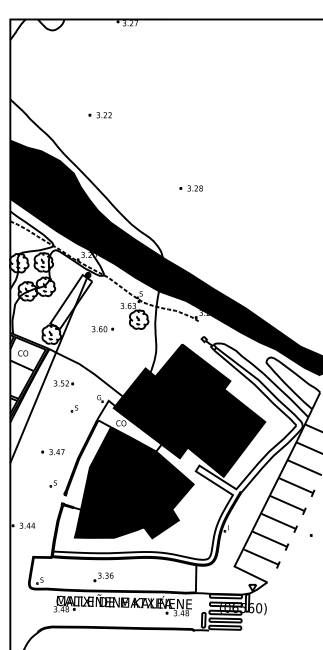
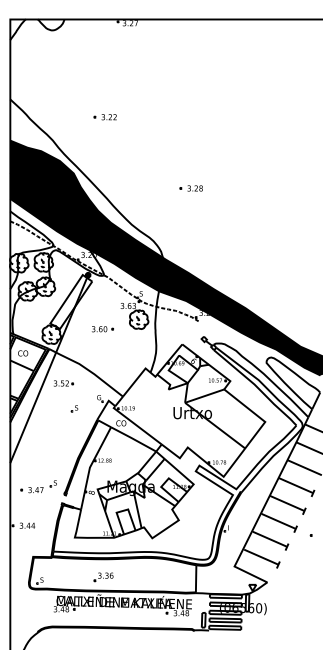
part at (99, 115) position: (99, 115) -> (104, 117)
fill at (189, 410): present -> none
part at (52, 452) position: (52, 452) -> (31, 490)
fill at (133, 482): present -> none
